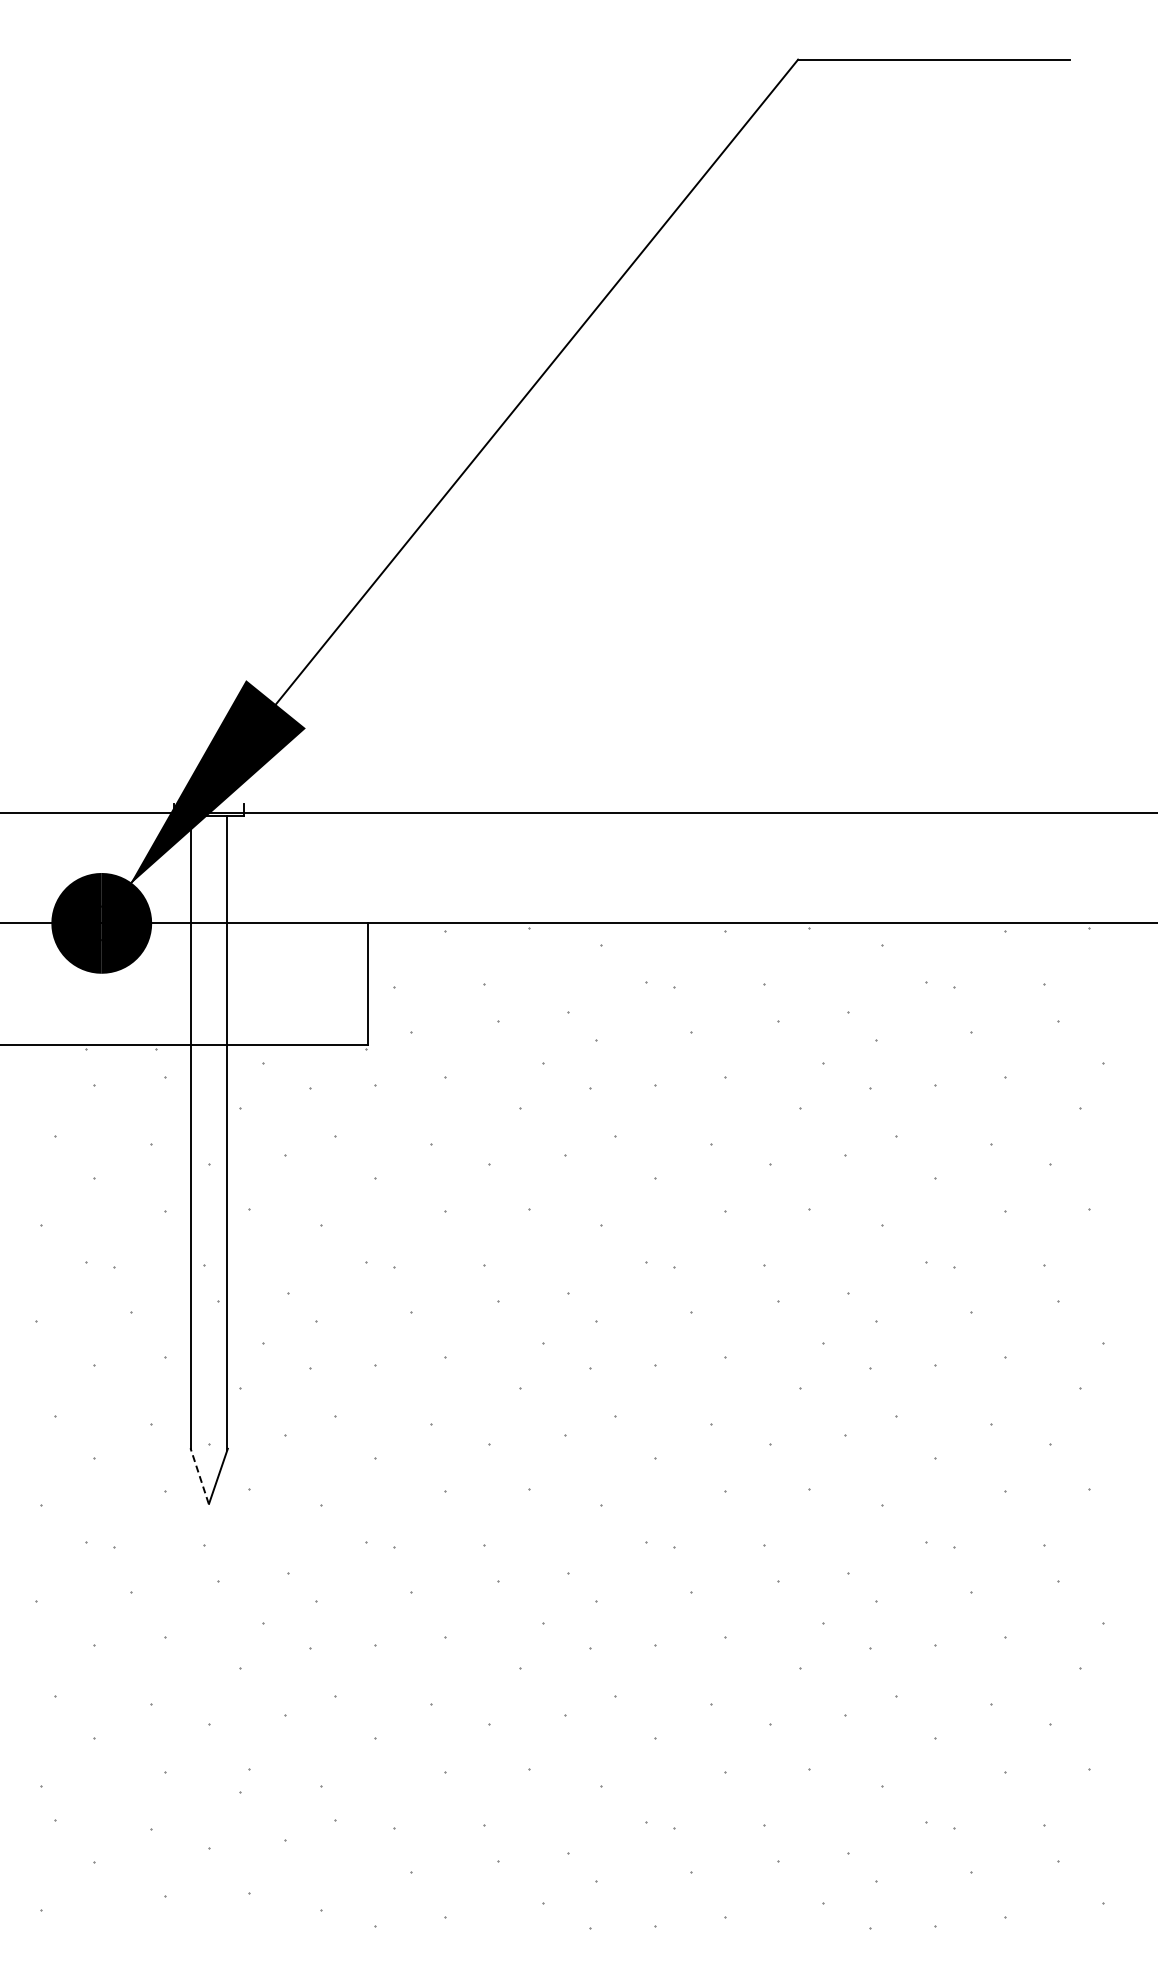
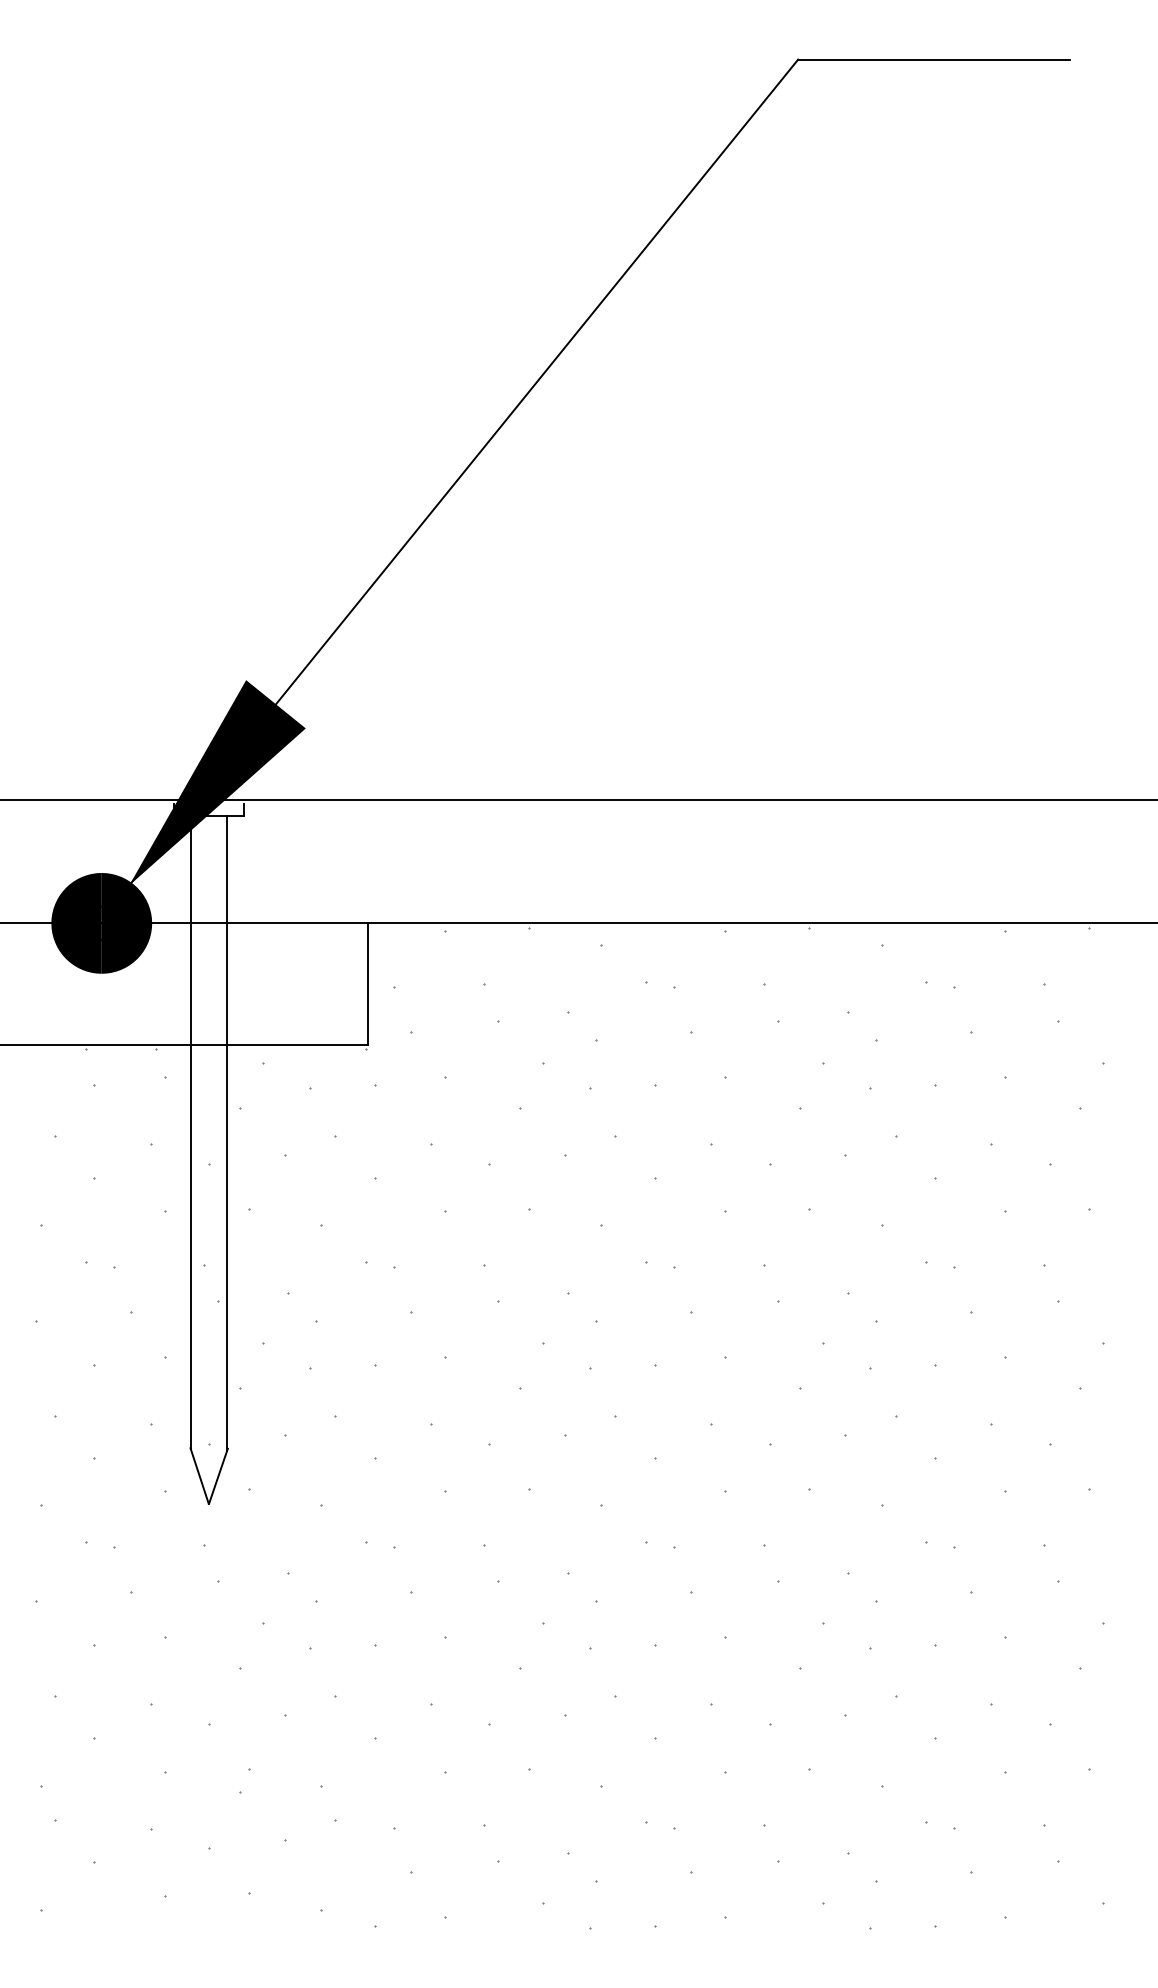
line at (578, 813) position: (578, 813) -> (578, 800)
line at (199, 1475): dashed -> solid
